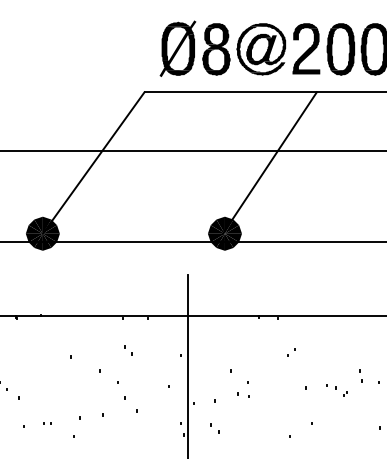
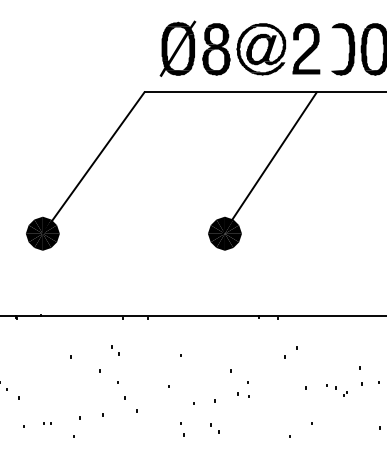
fill at (333, 49): present -> none
line at (192, 151): present -> none
line at (192, 242): present -> none
part at (128, 350) position: (128, 350) -> (115, 350)
part at (291, 352) size: 9x9 px -> 14x13 px
line at (187, 365): present -> none
part at (360, 375) size: 4x14 px -> 4x20 px
